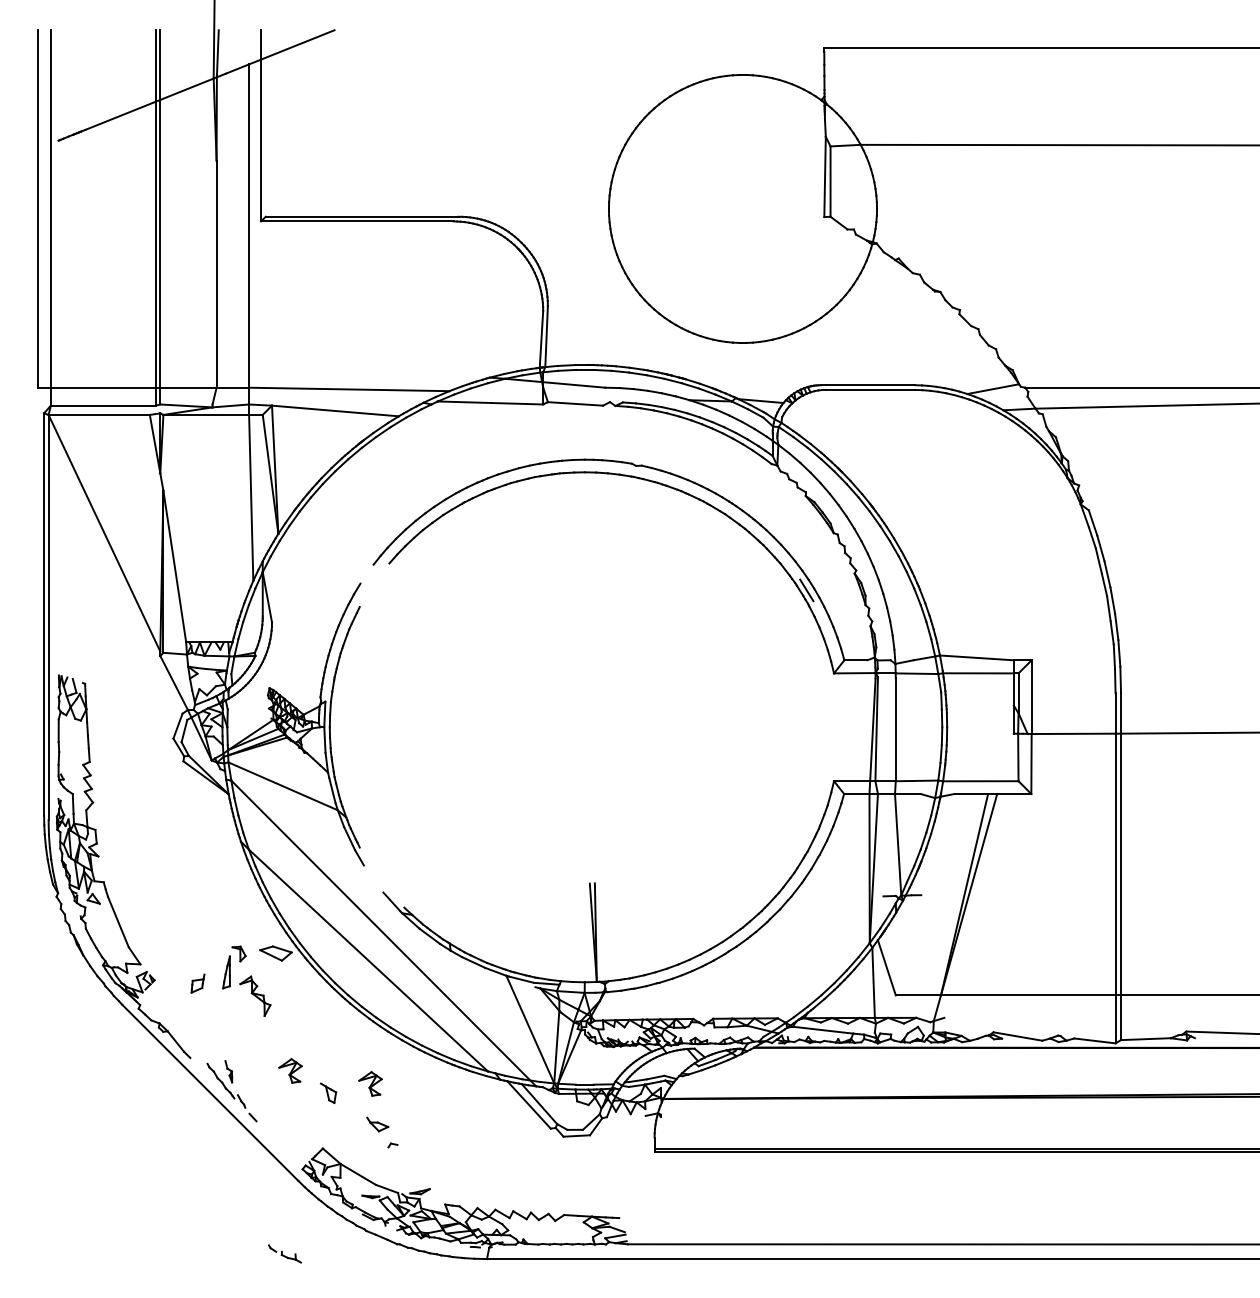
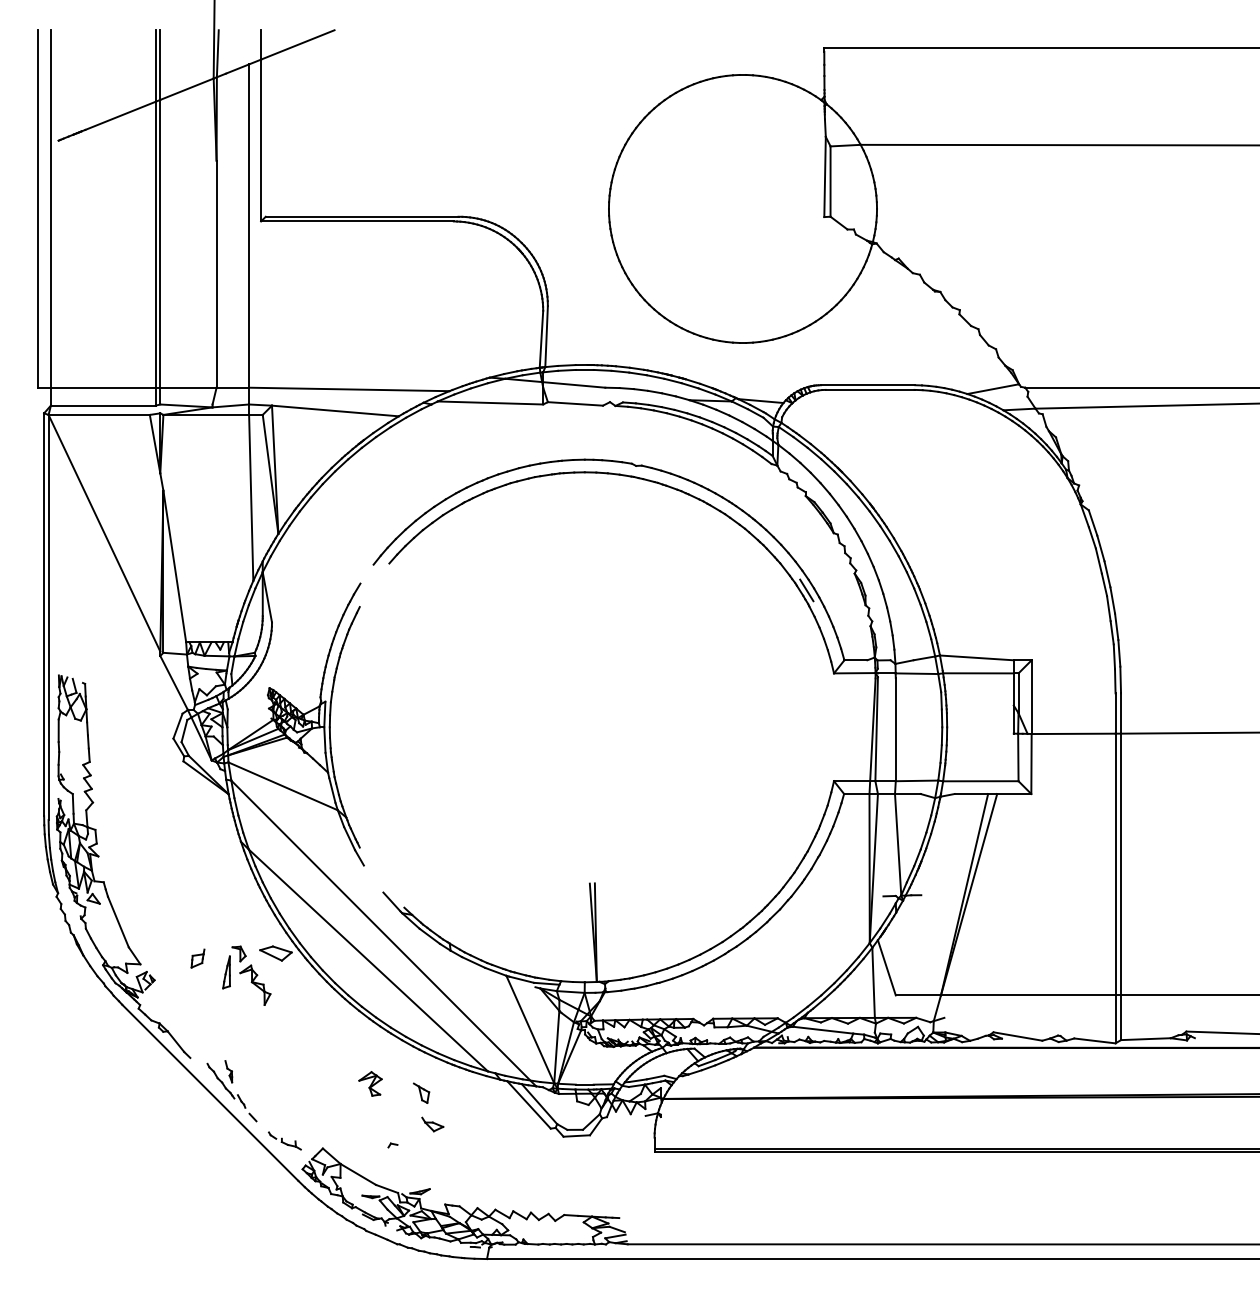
part at (197, 983) position: (197, 983) -> (197, 958)
part at (255, 995) position: (255, 995) -> (255, 984)
part at (290, 1070): present -> none
part at (328, 1092) position: (328, 1092) -> (421, 1092)
part at (377, 1124) position: (377, 1124) -> (432, 1124)
part at (284, 1253) position: (284, 1253) -> (284, 1140)
